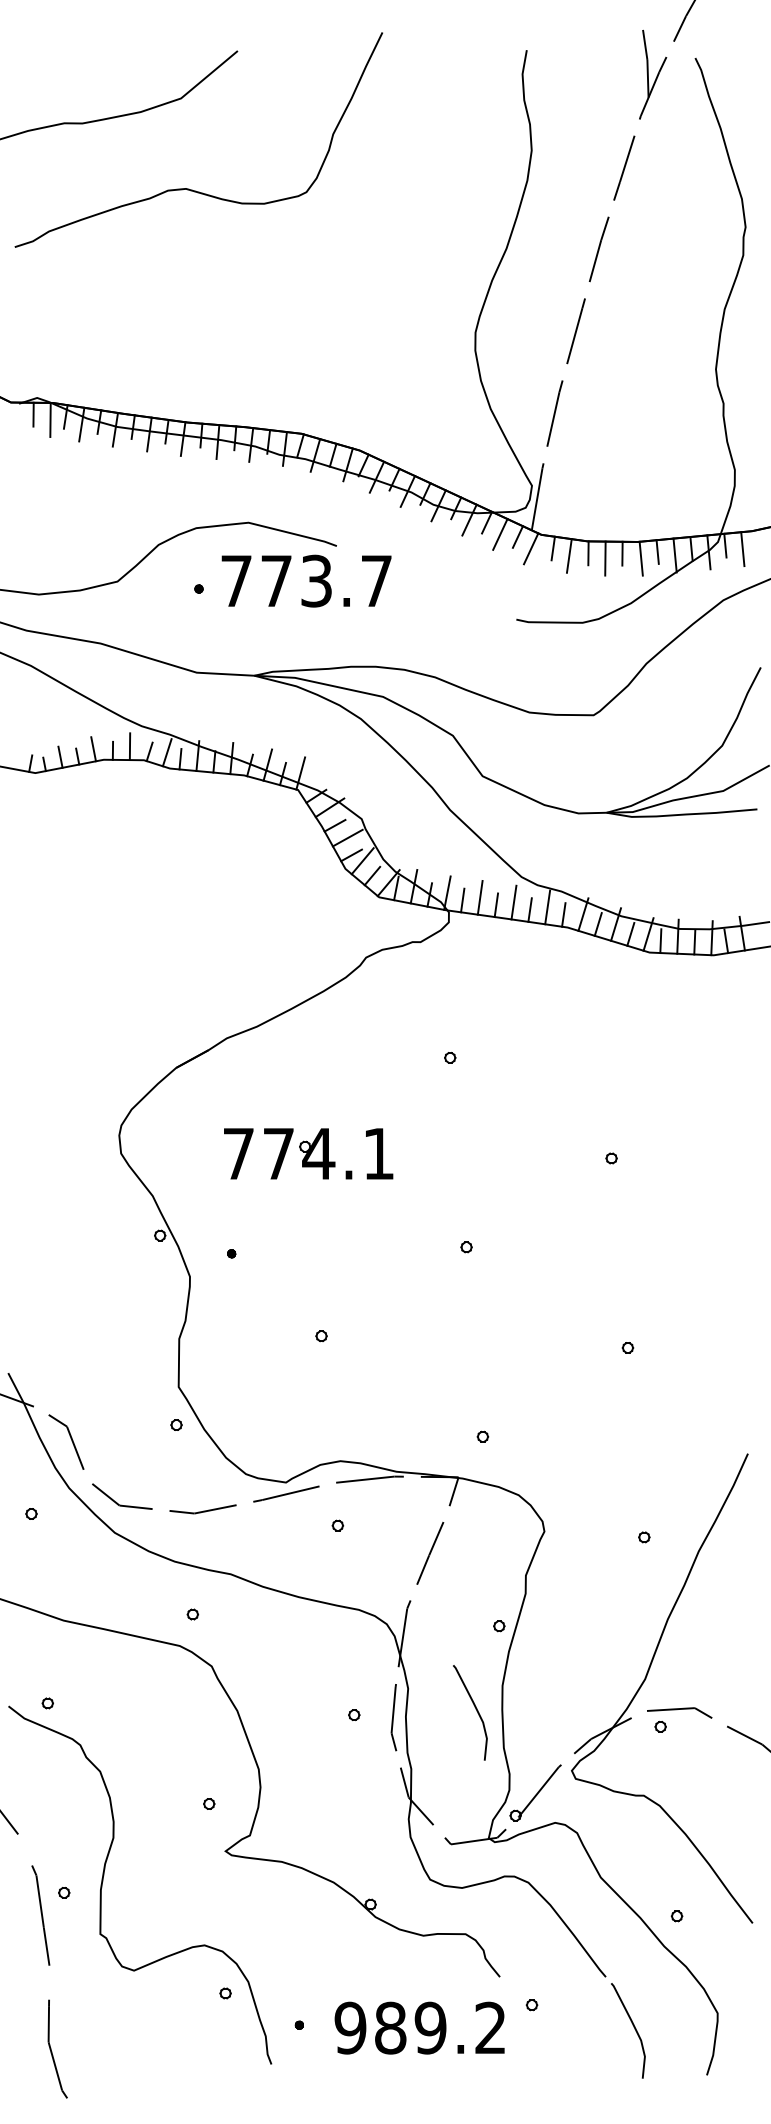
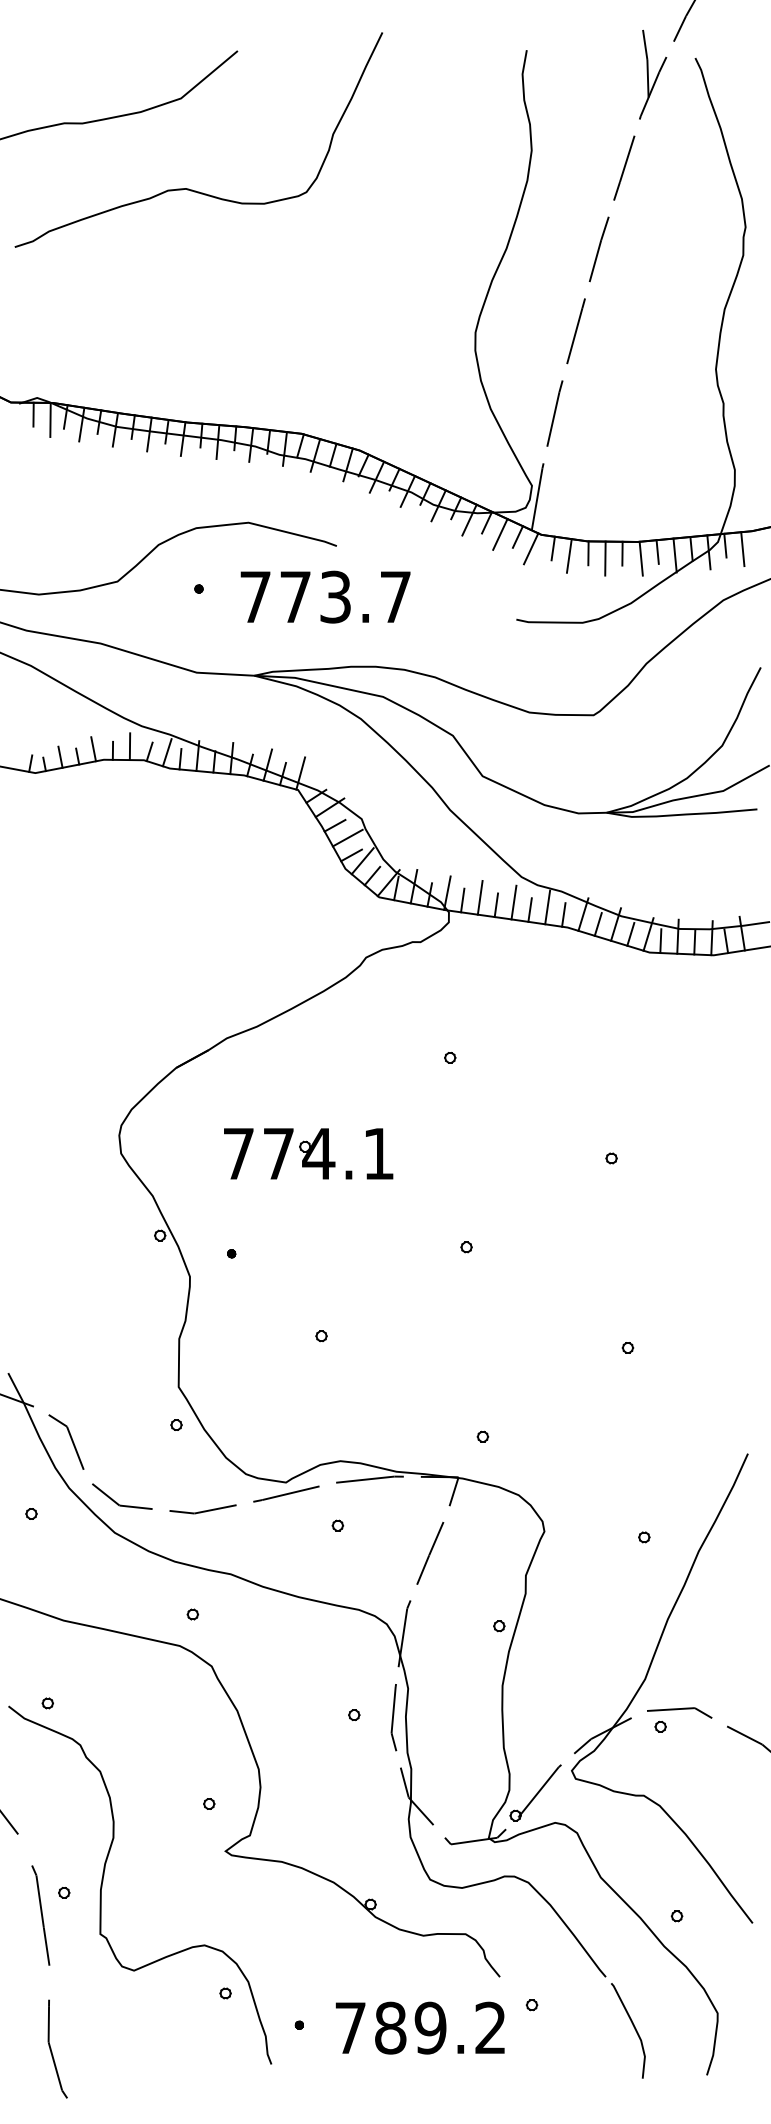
text at (306, 580) position: (306, 580) -> (325, 596)
curve at (475, 1709): present -> none
text at (350, 2027): 989.2 -> 789.2
